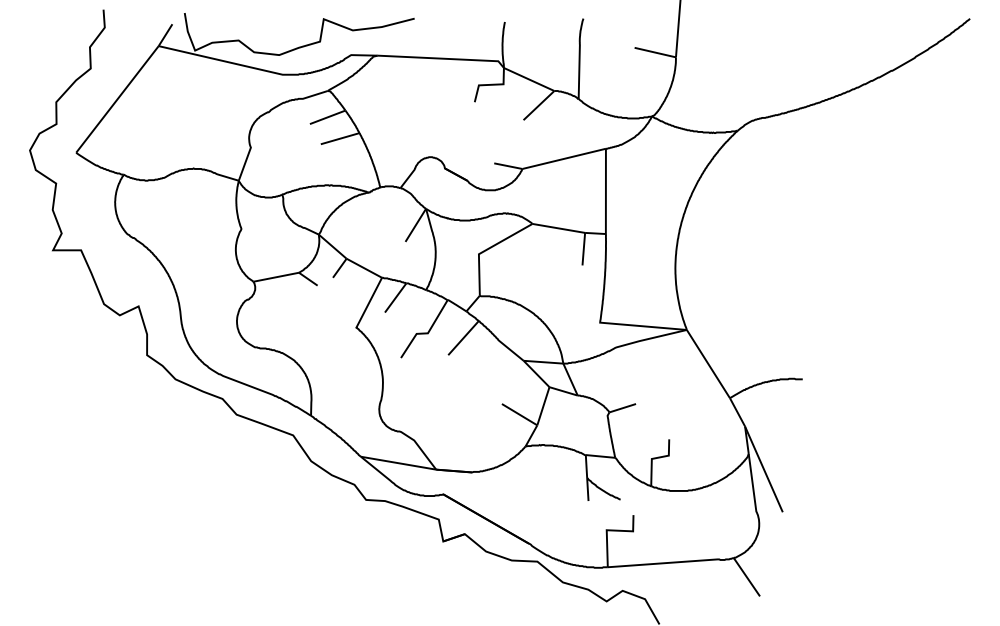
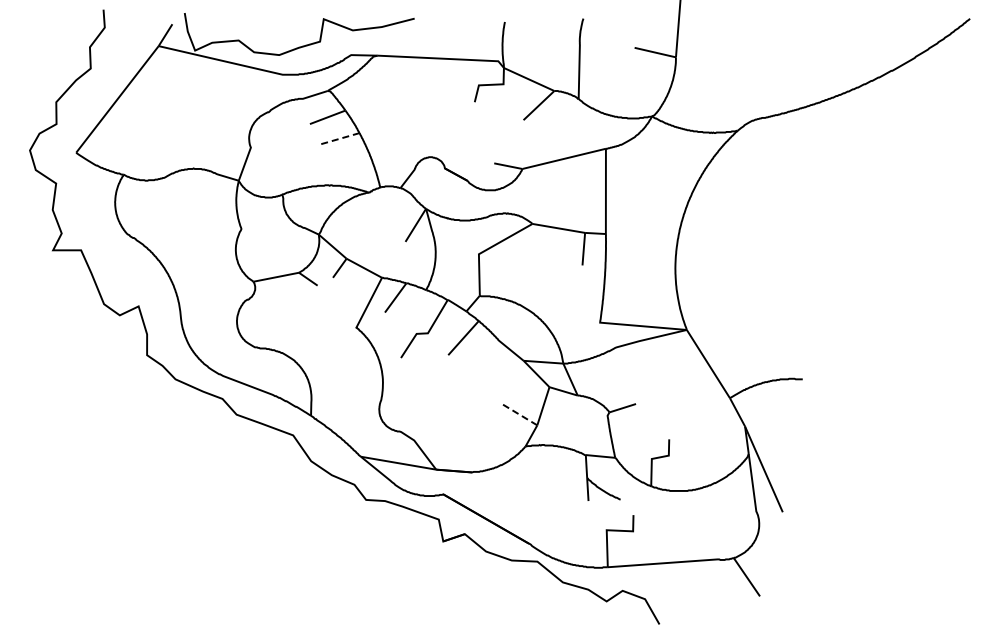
line at (339, 138): solid -> dashed
line at (519, 414): solid -> dashed
